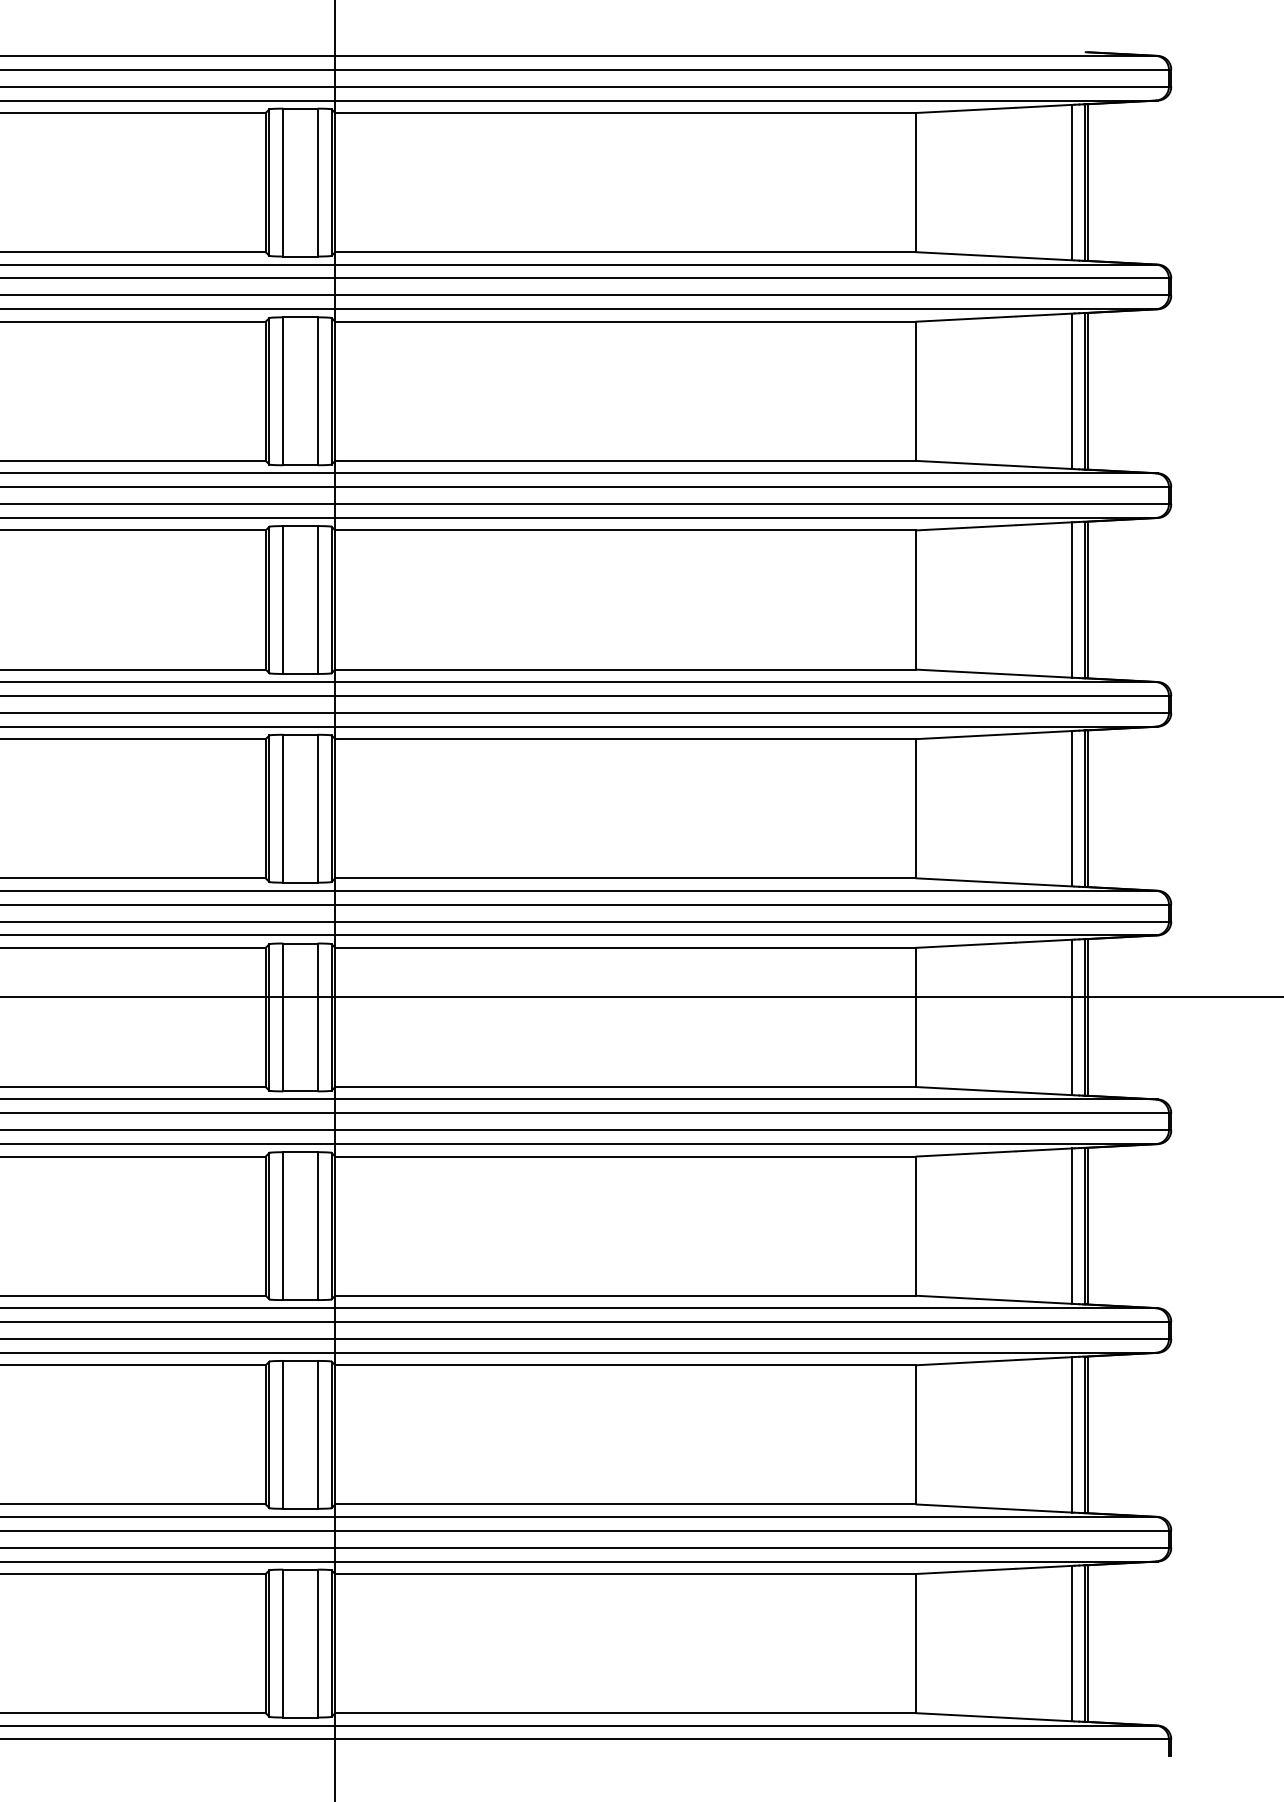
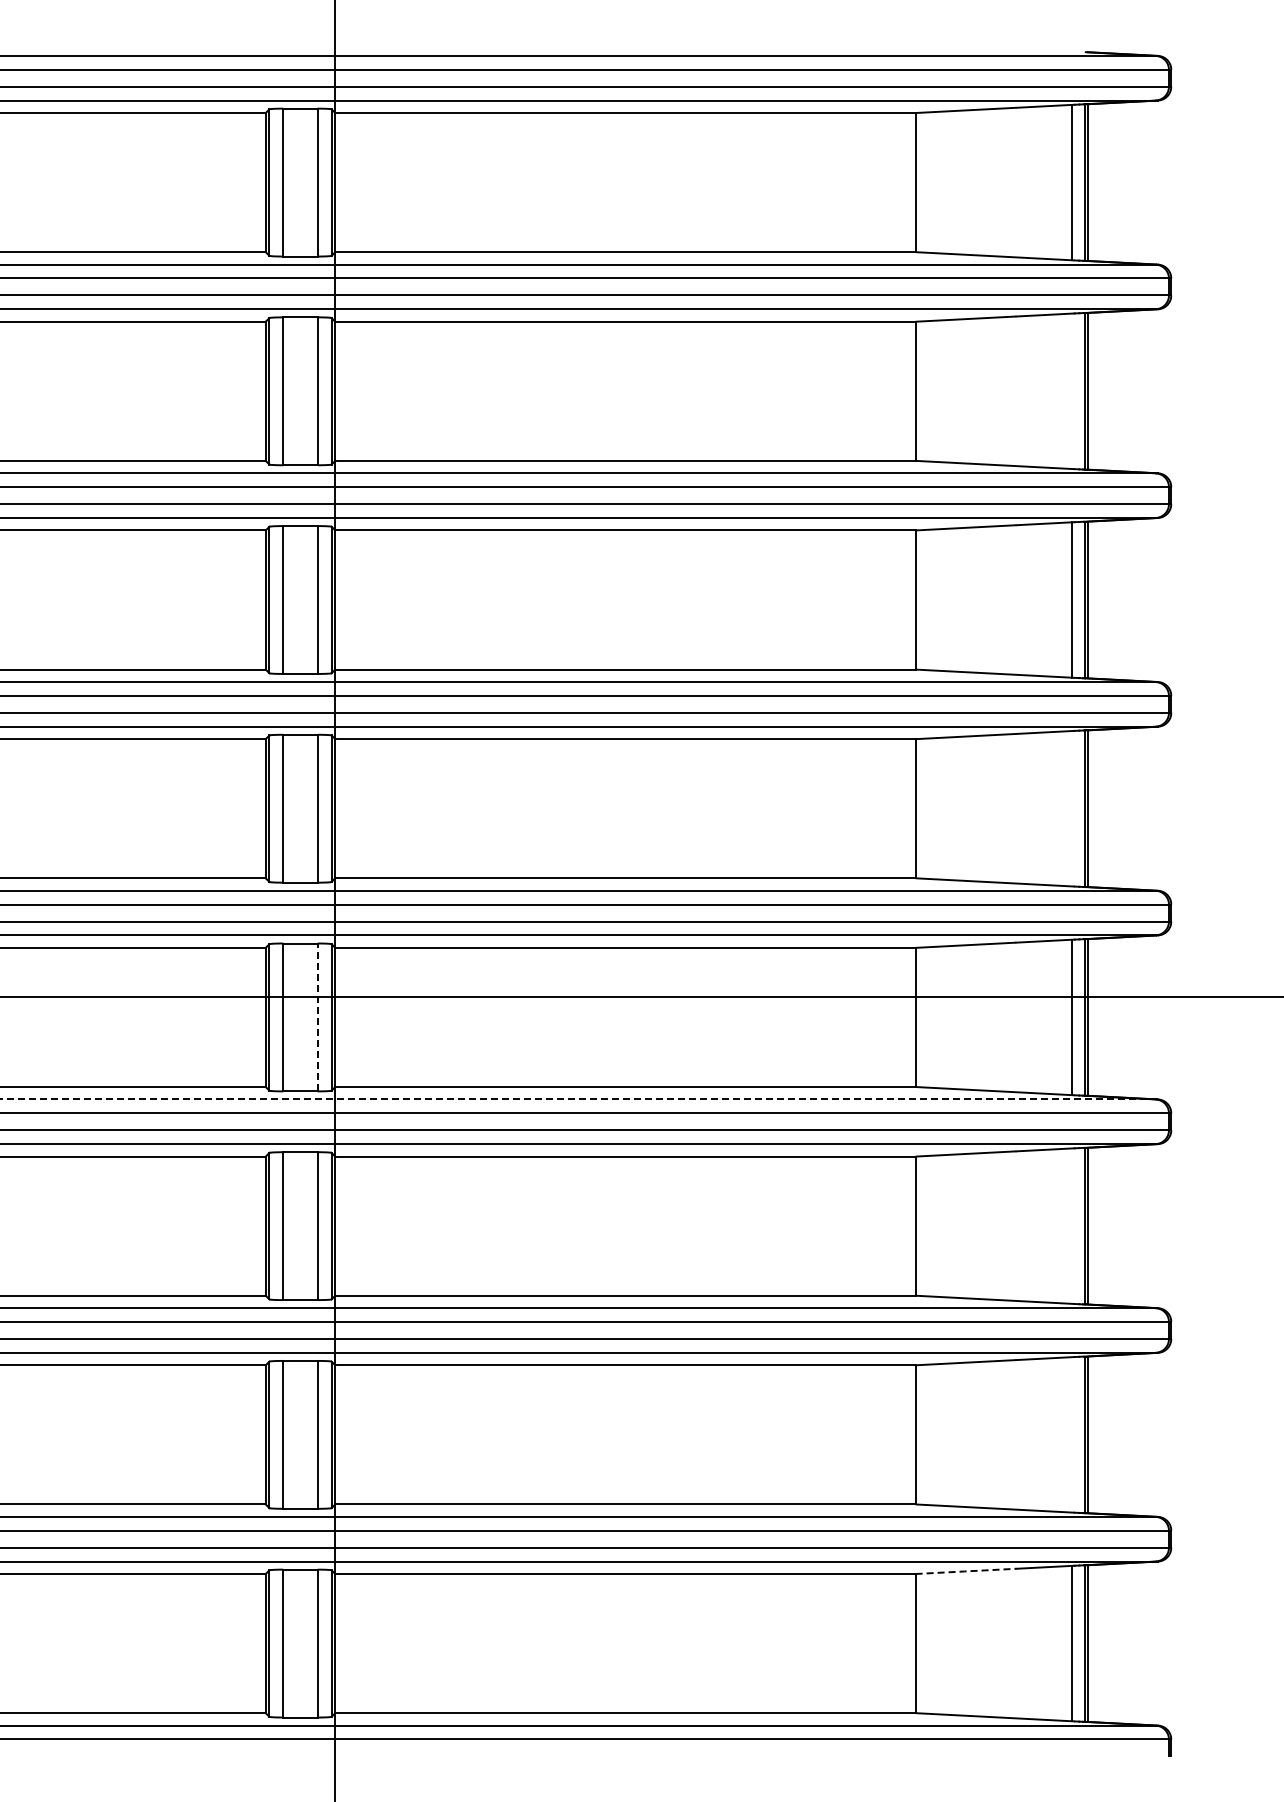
line at (1072, 391): present -> none
line at (1072, 808): present -> none
line at (317, 1017): solid -> dashed
line at (579, 1099): solid -> dashed
line at (1072, 1225): present -> none
line at (1072, 1434): present -> none
line at (966, 1571): solid -> dashed
